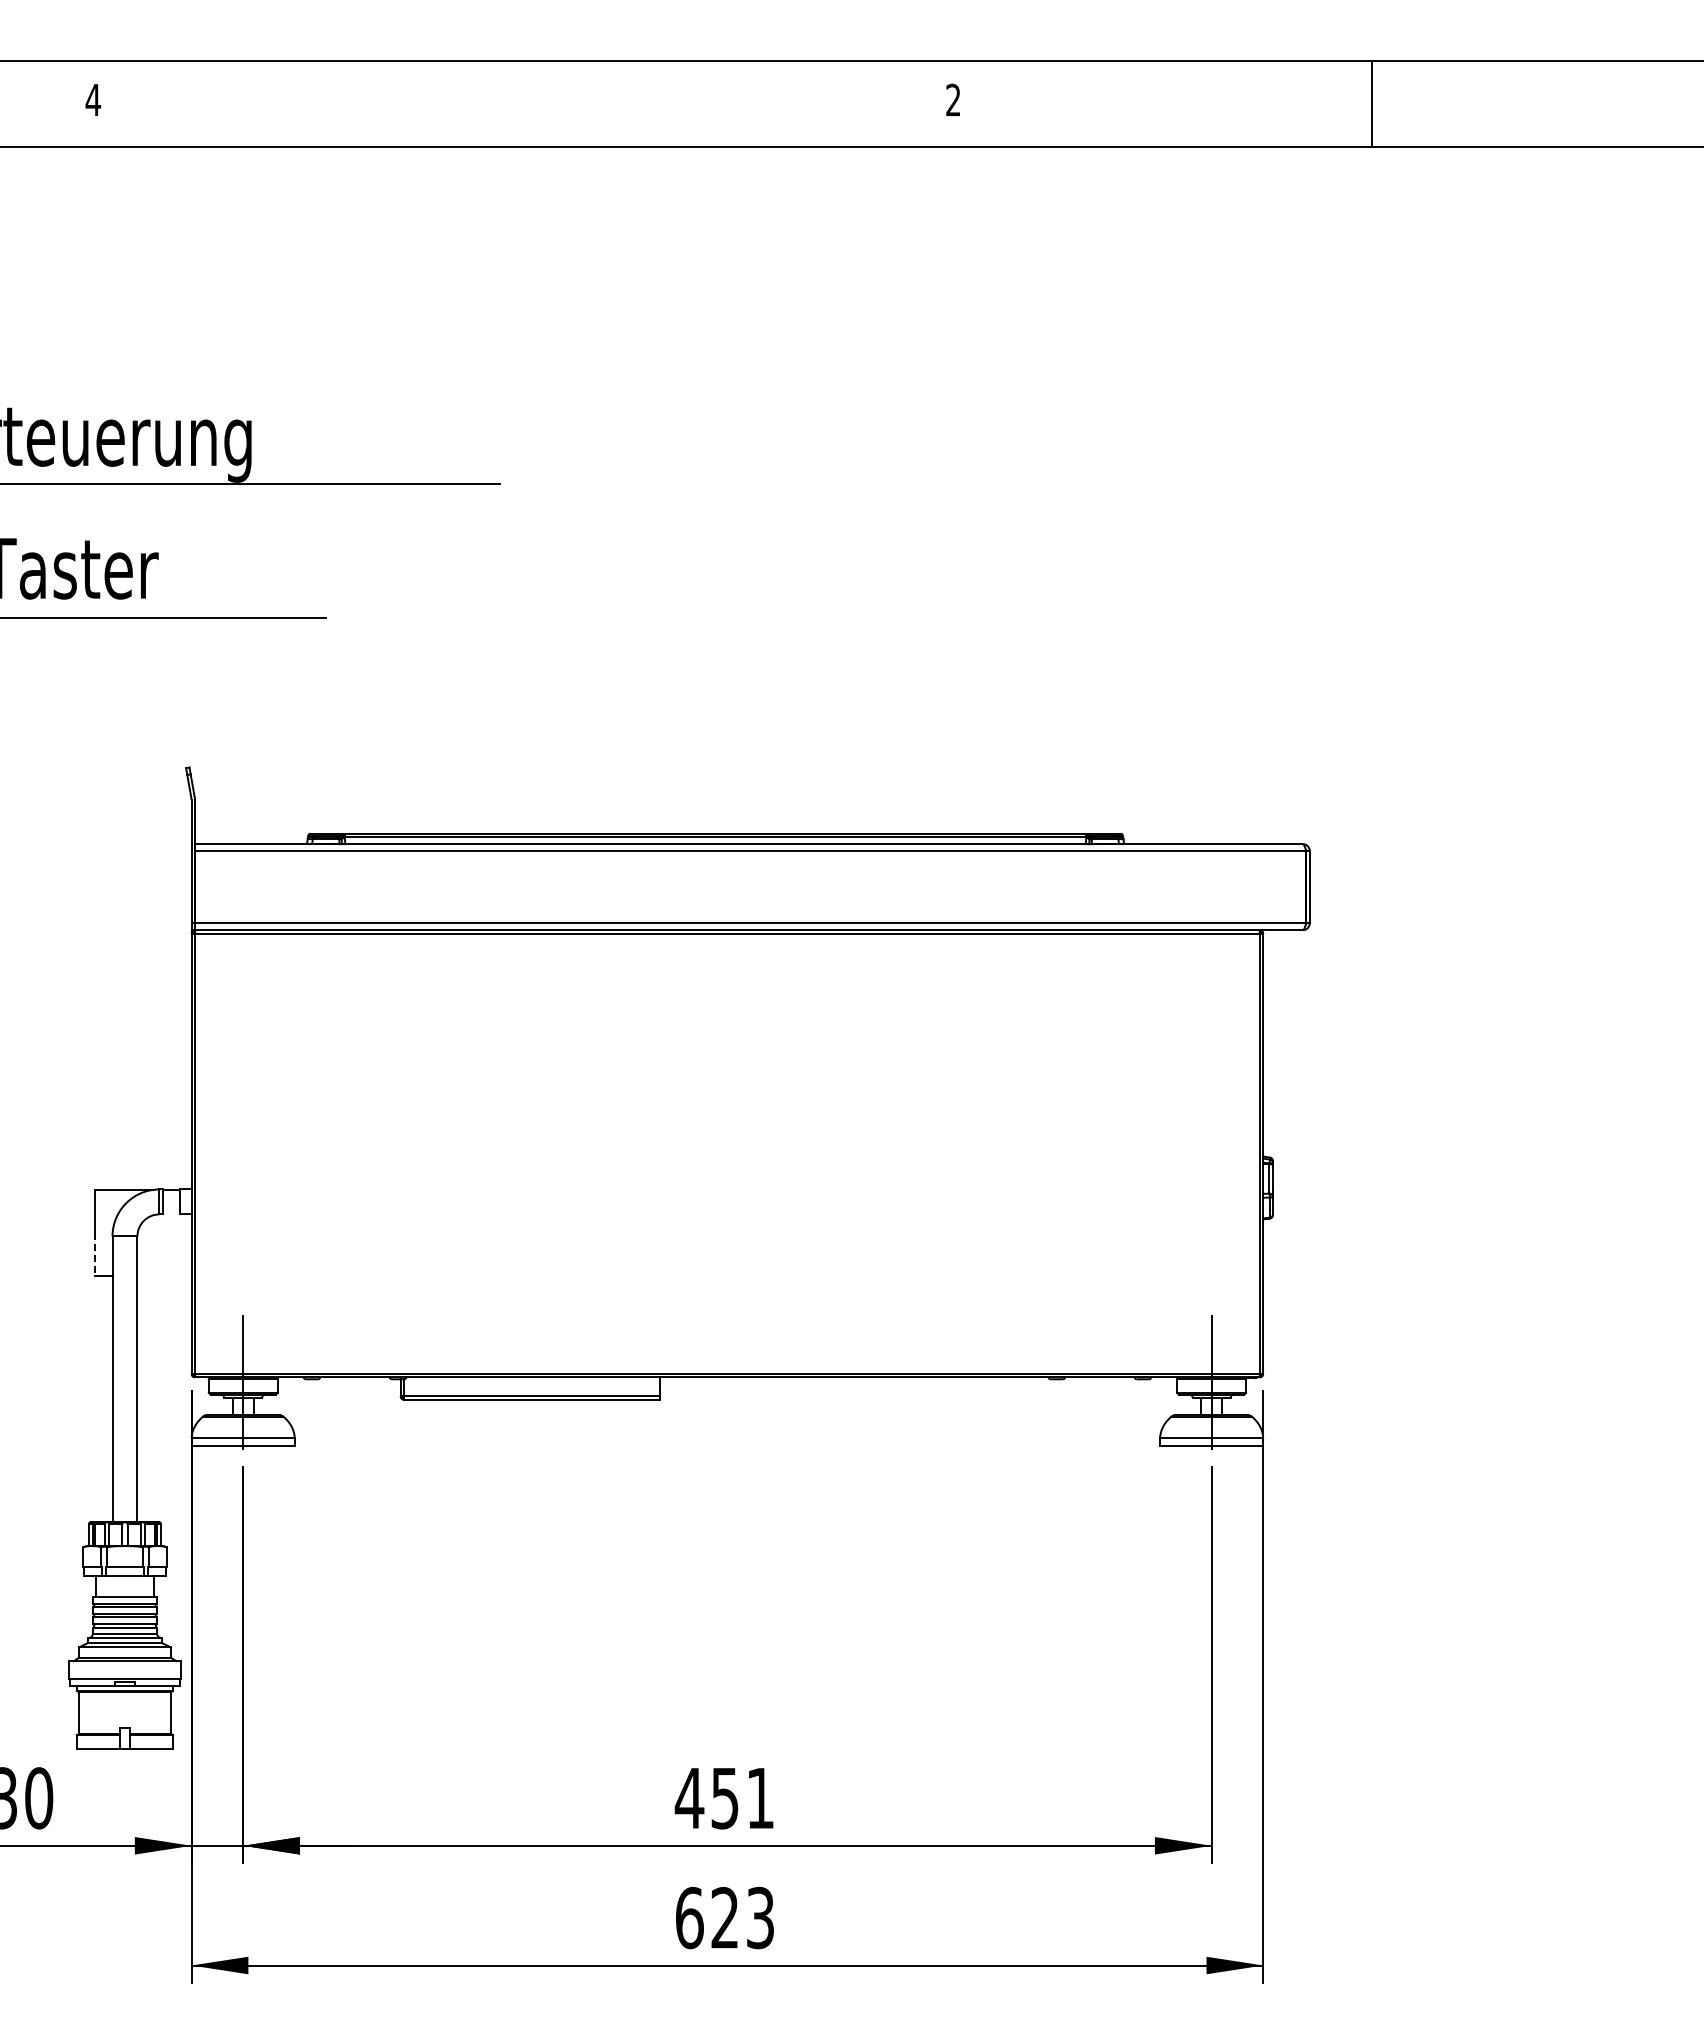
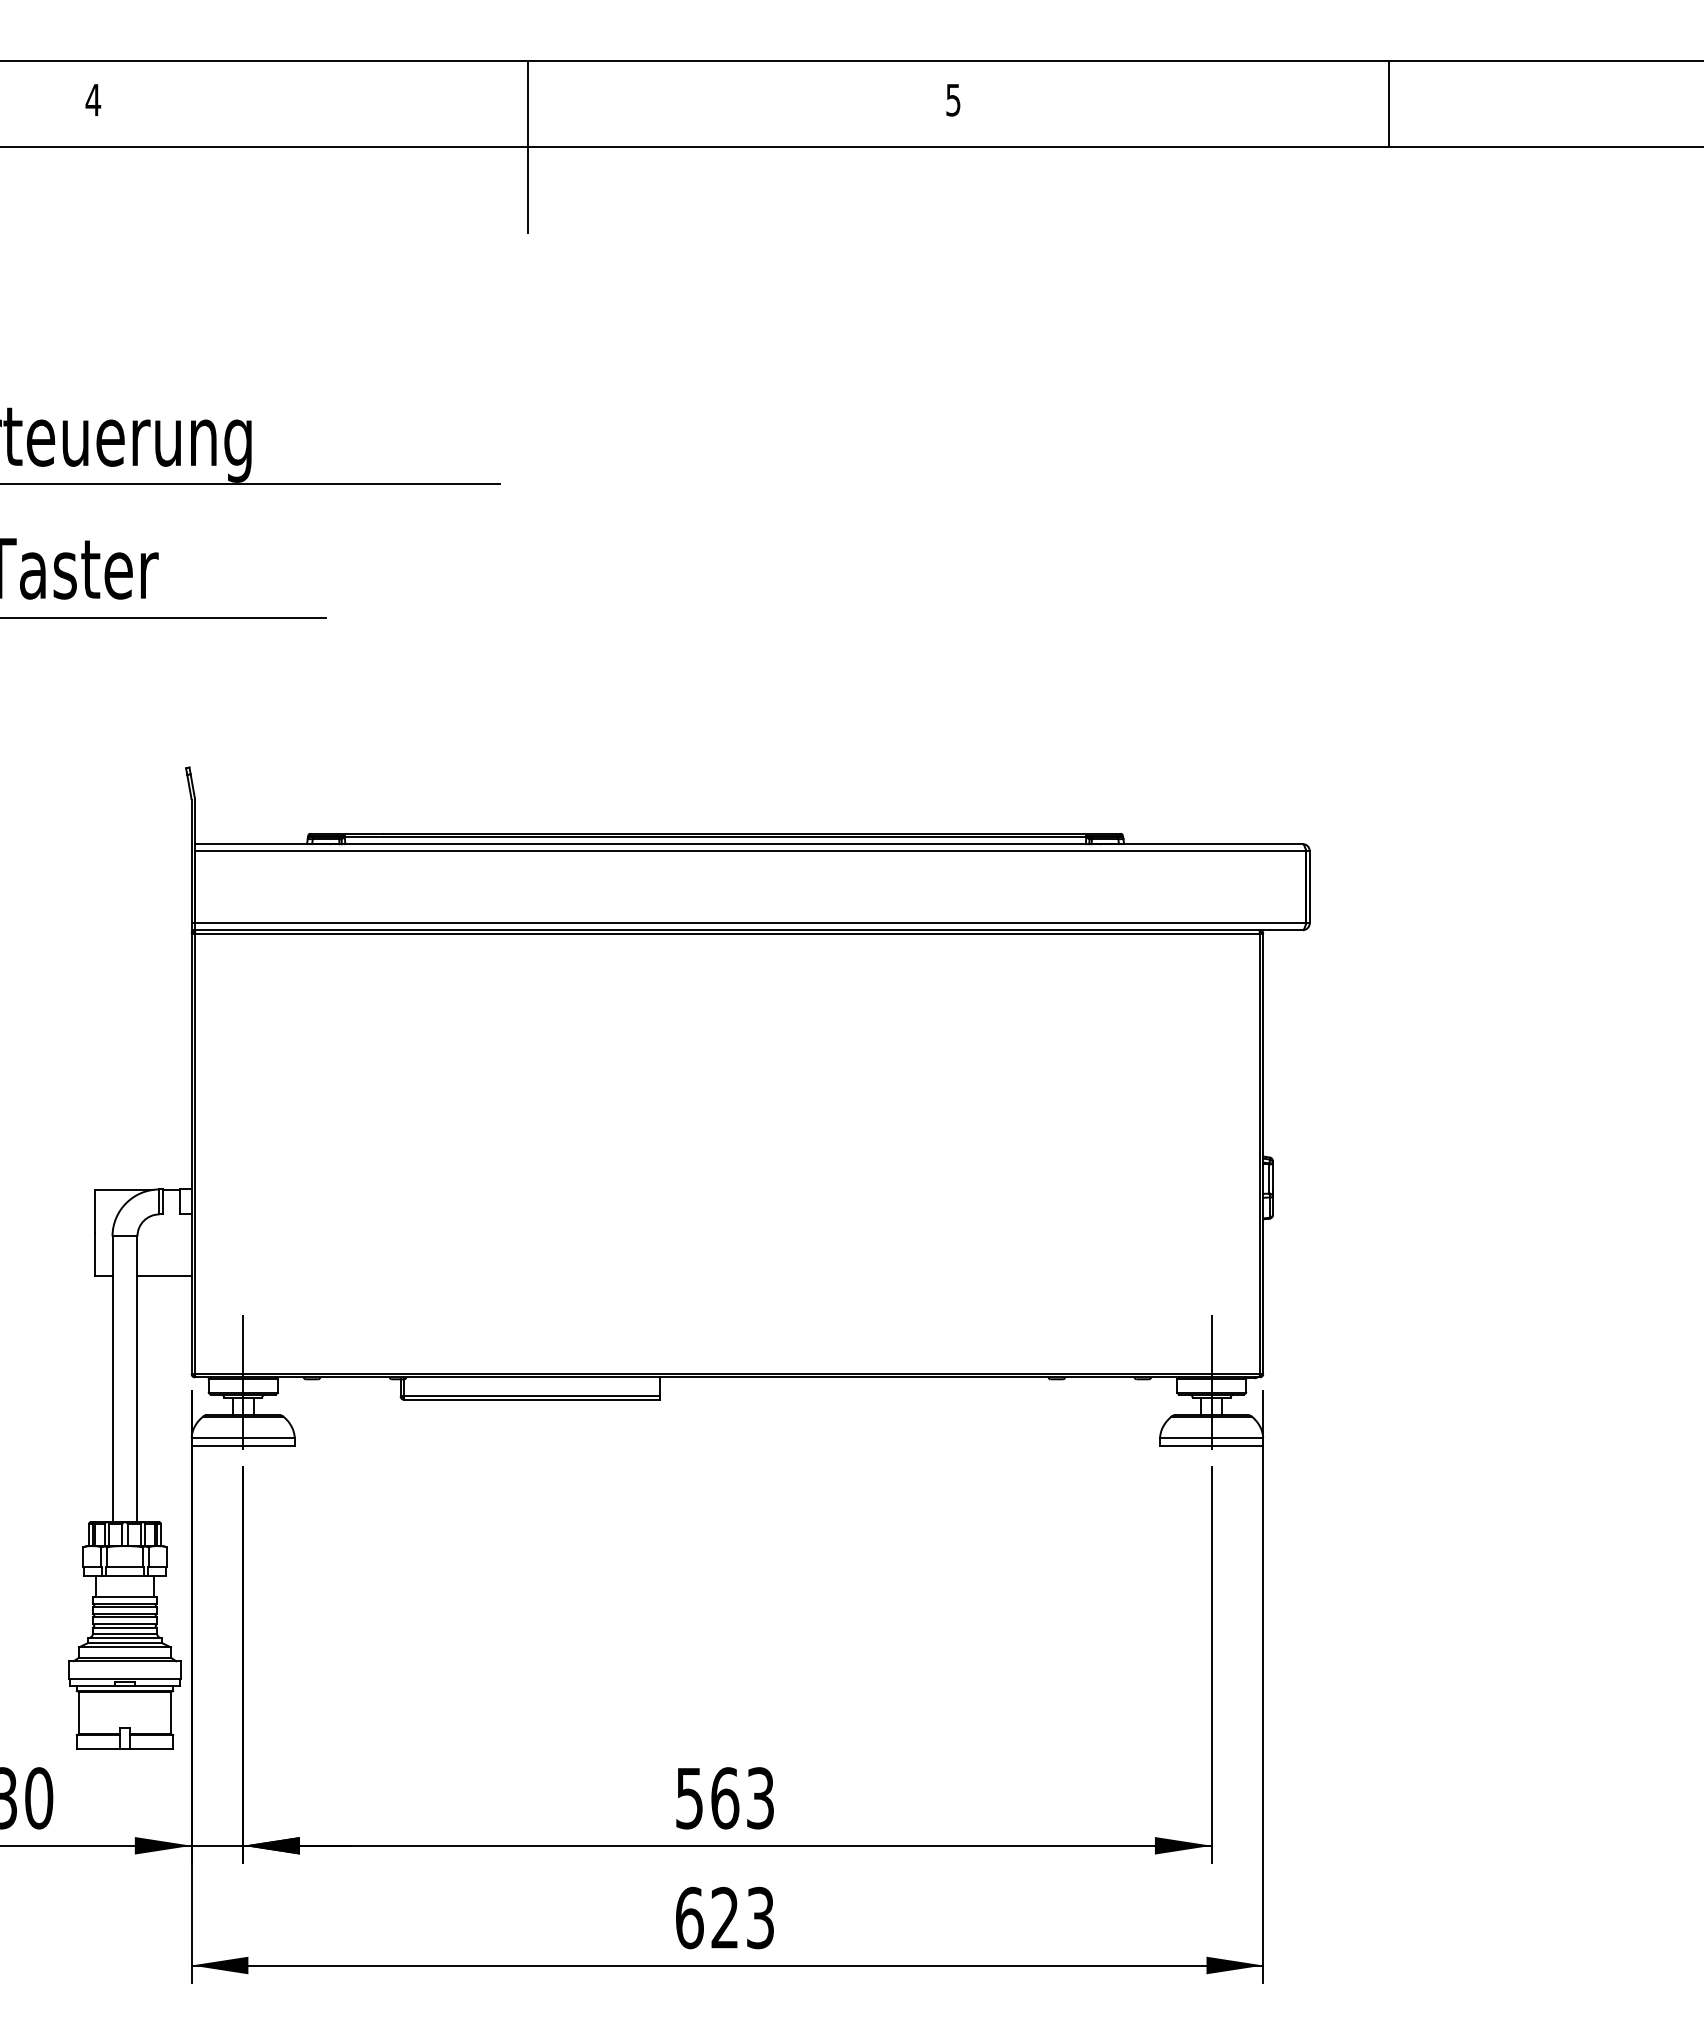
text at (953, 99): 2 -> 5
line at (1371, 104) position: (1371, 104) -> (1388, 104)
line at (528, 147): none -> present
line at (95, 1254): dashed -> solid
line at (164, 1275): none -> present
text at (723, 1798): 451 -> 563
